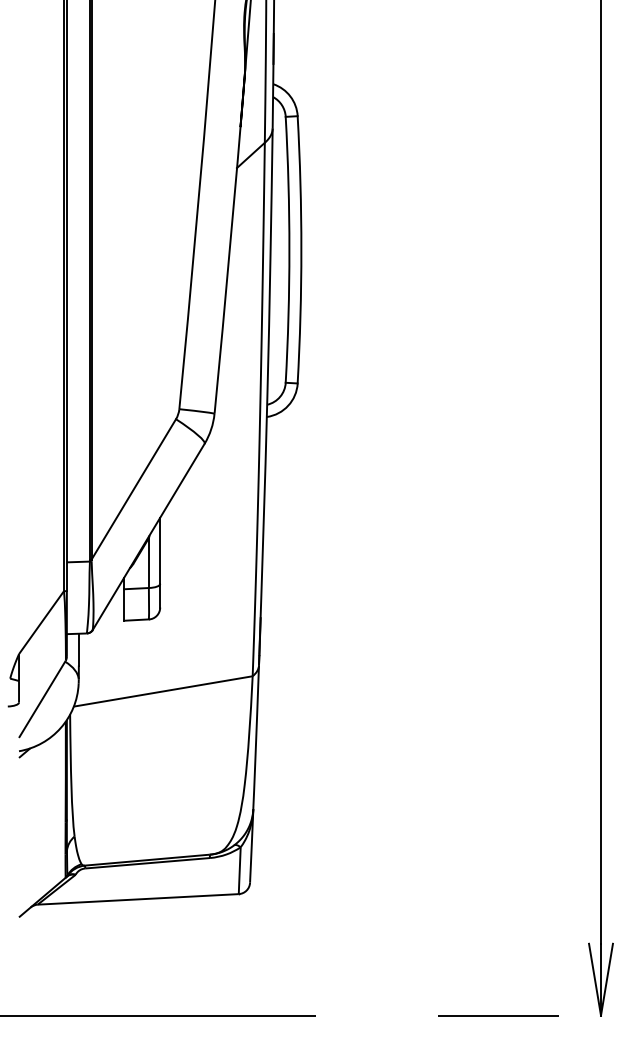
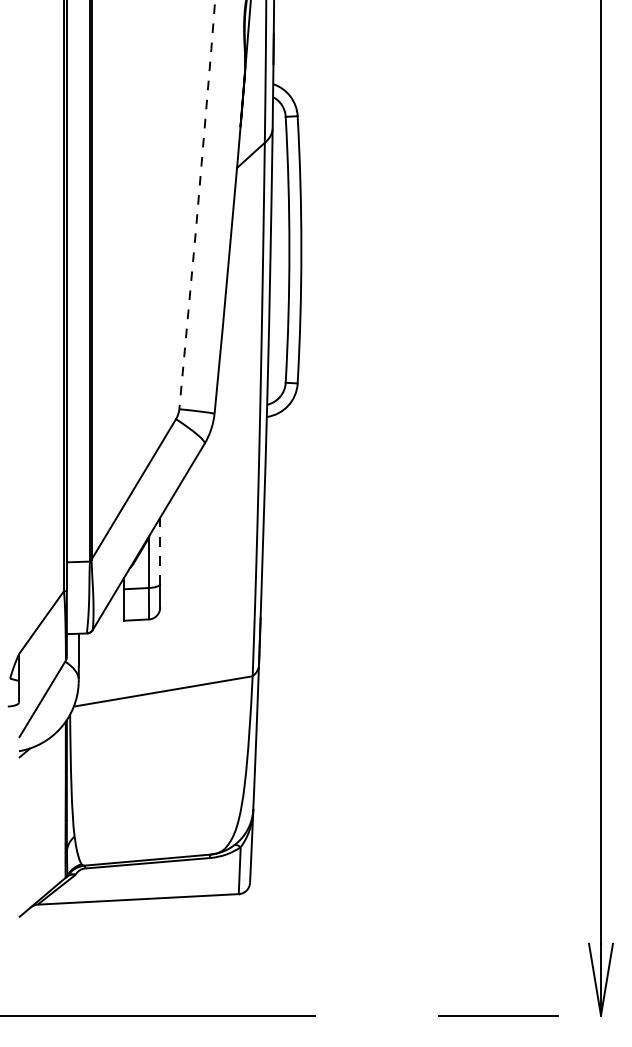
arc at (198, 205): solid -> dashed
line at (160, 551): solid -> dashed
